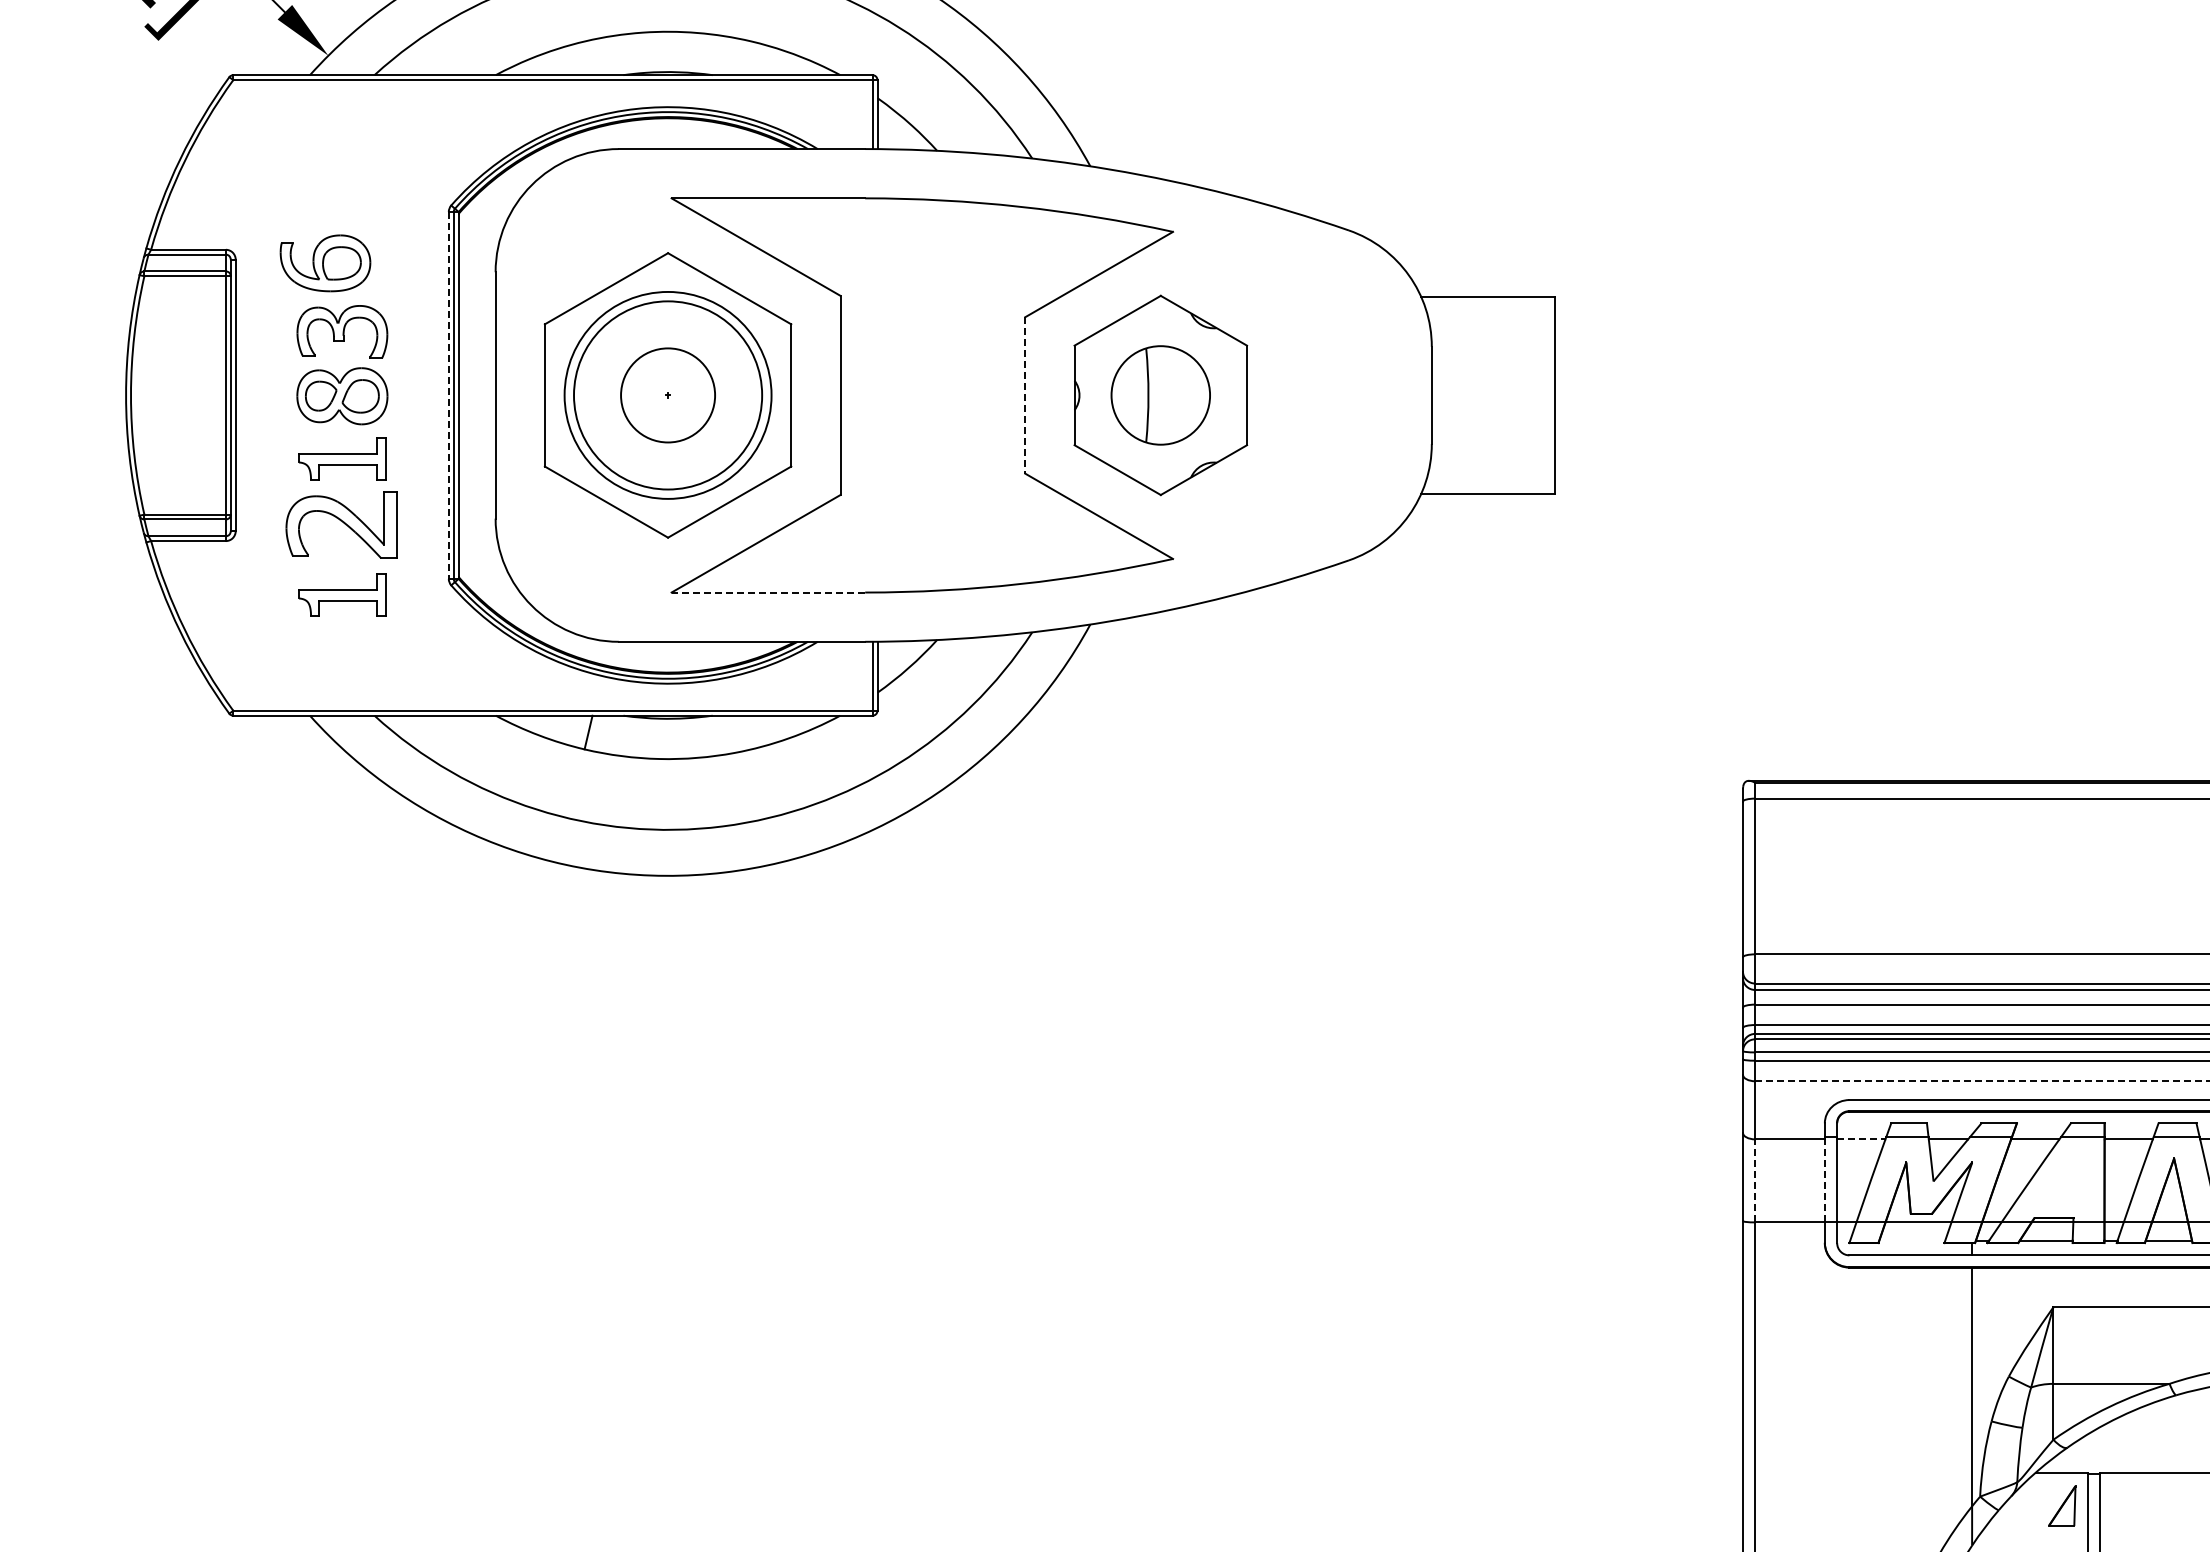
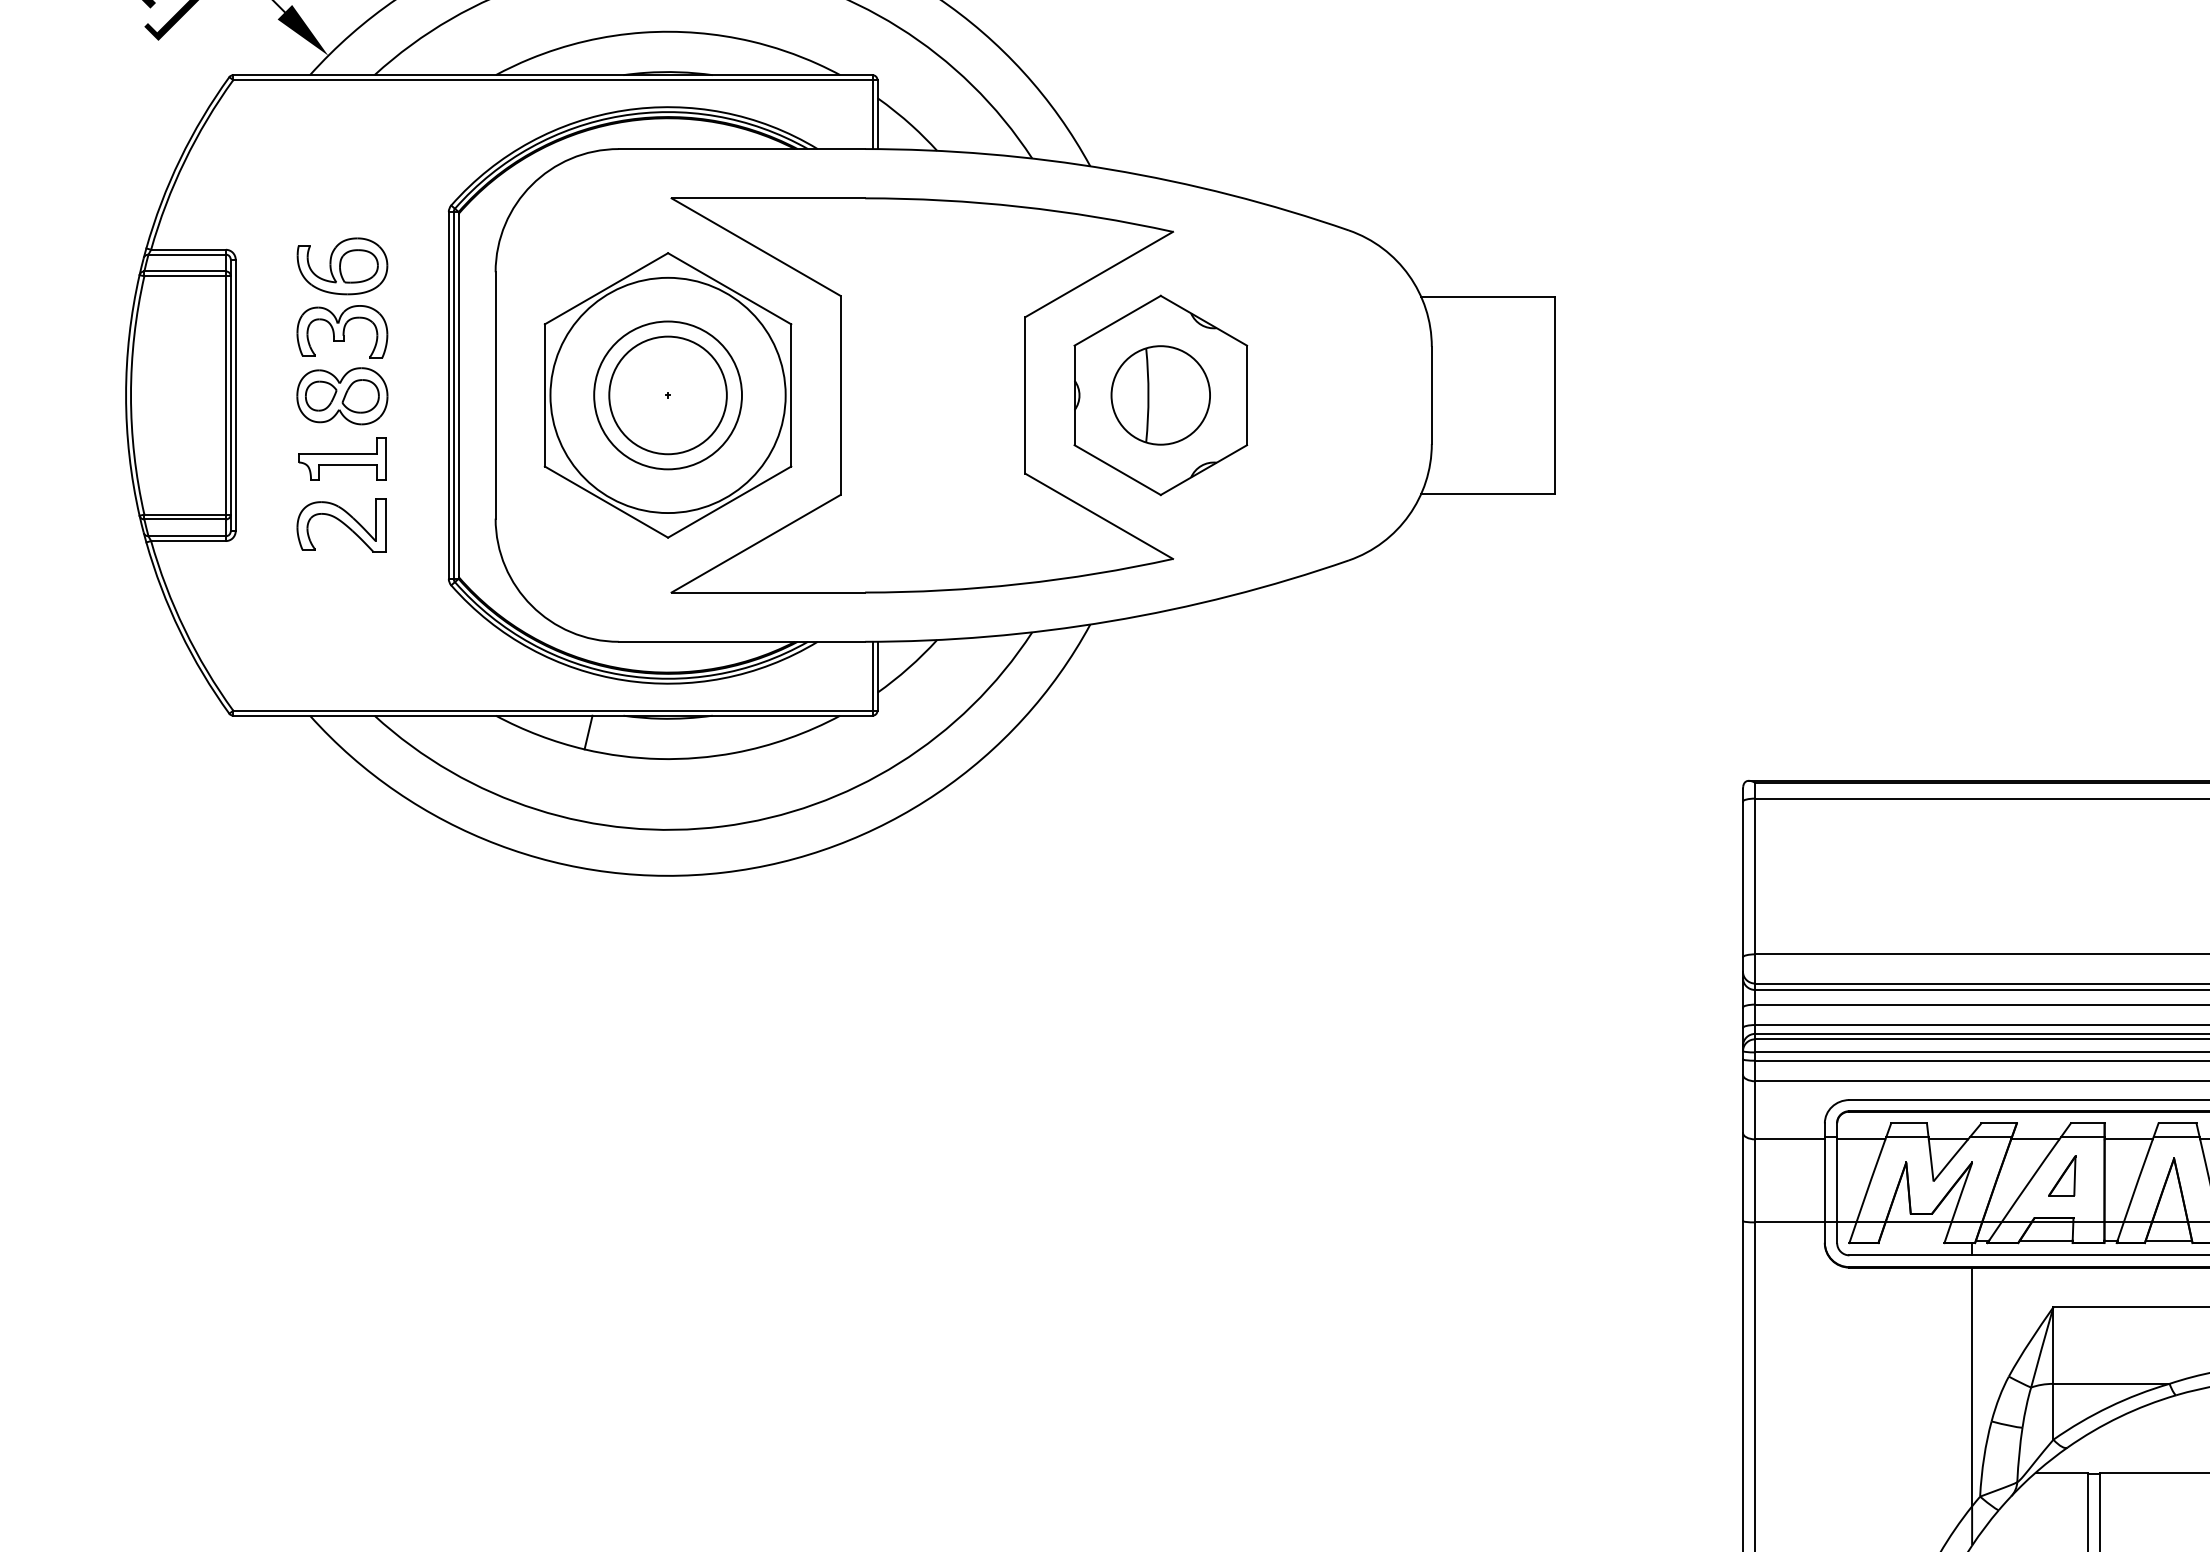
part at (325, 263) position: (325, 263) -> (342, 266)
circle at (667, 394) diameter: 207 px -> 148 px
line at (448, 395): dashed -> solid
circle at (668, 395) diameter: 188 px -> 235 px
circle at (668, 395) diameter: 94 px -> 118 px
line at (1025, 395): dashed -> solid
part at (341, 524) size: 113x68 px -> 91x55 px
line at (768, 592): dashed -> solid
part at (342, 594): present -> none
line at (1982, 1081): dashed -> solid
line at (1861, 1139): dashed -> solid
line at (1755, 1180): dashed -> solid
line at (1824, 1180): dashed -> solid
part at (2062, 1505) position: (2062, 1505) -> (2062, 1175)
